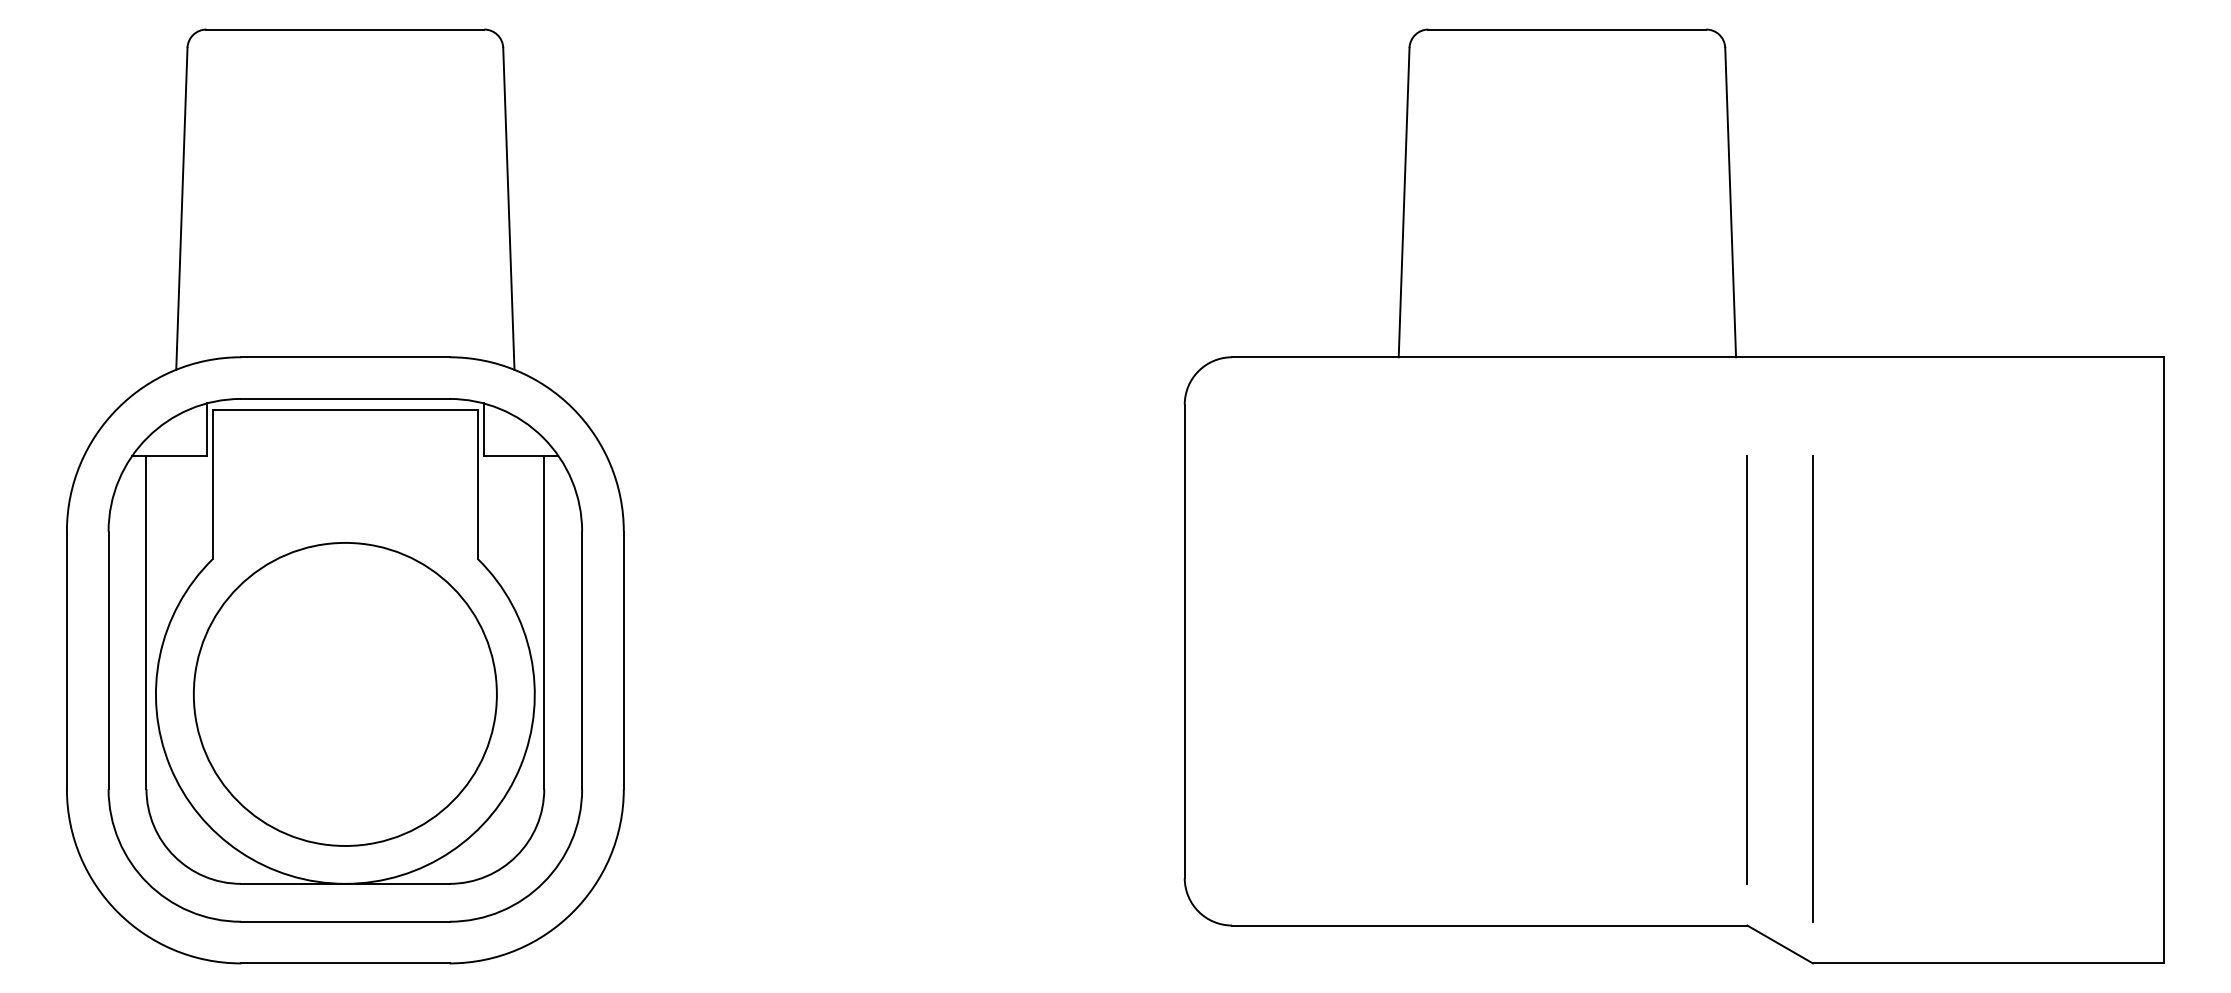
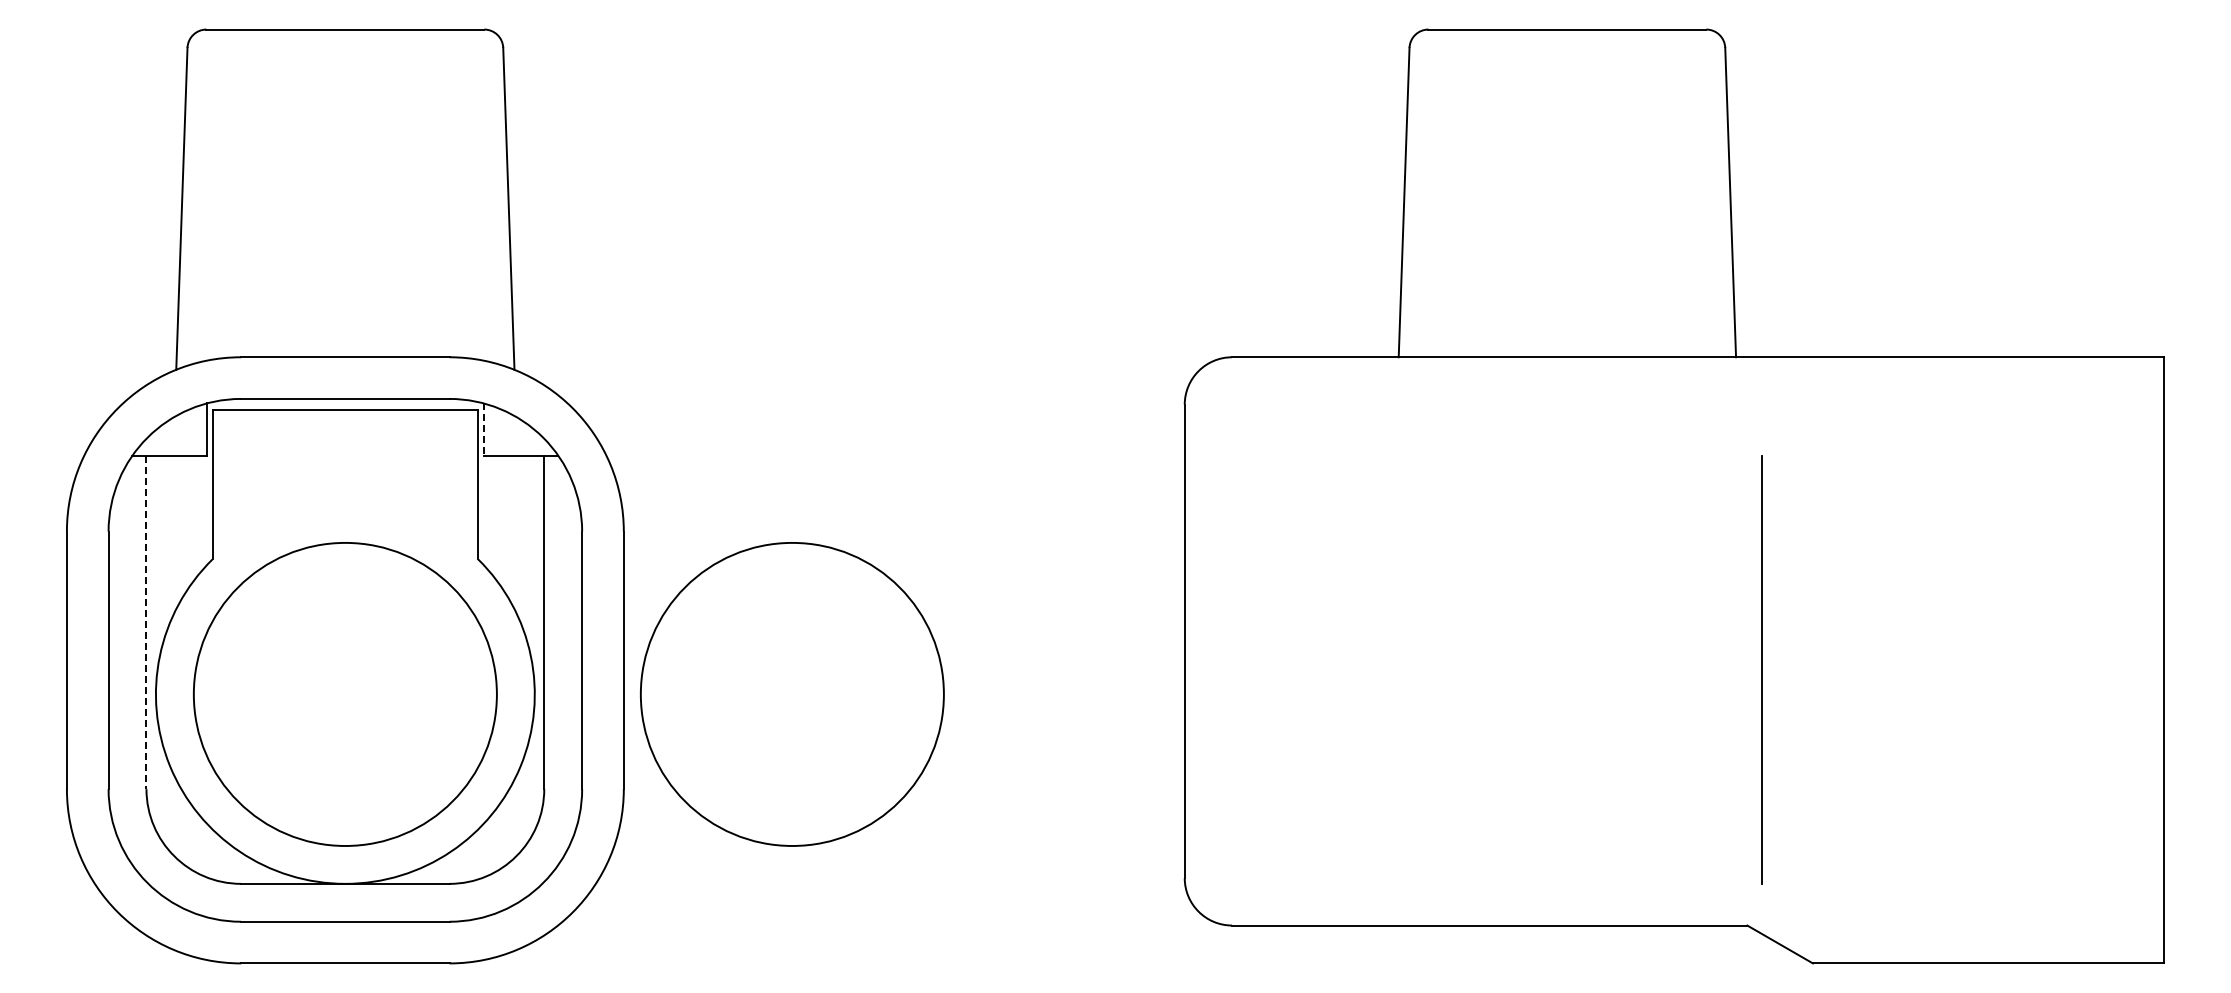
line at (483, 430): solid -> dashed
line at (146, 622): solid -> dashed
line at (1746, 669) position: (1746, 669) -> (1761, 669)
line at (1812, 688): present -> none
circle at (792, 694): none -> present
